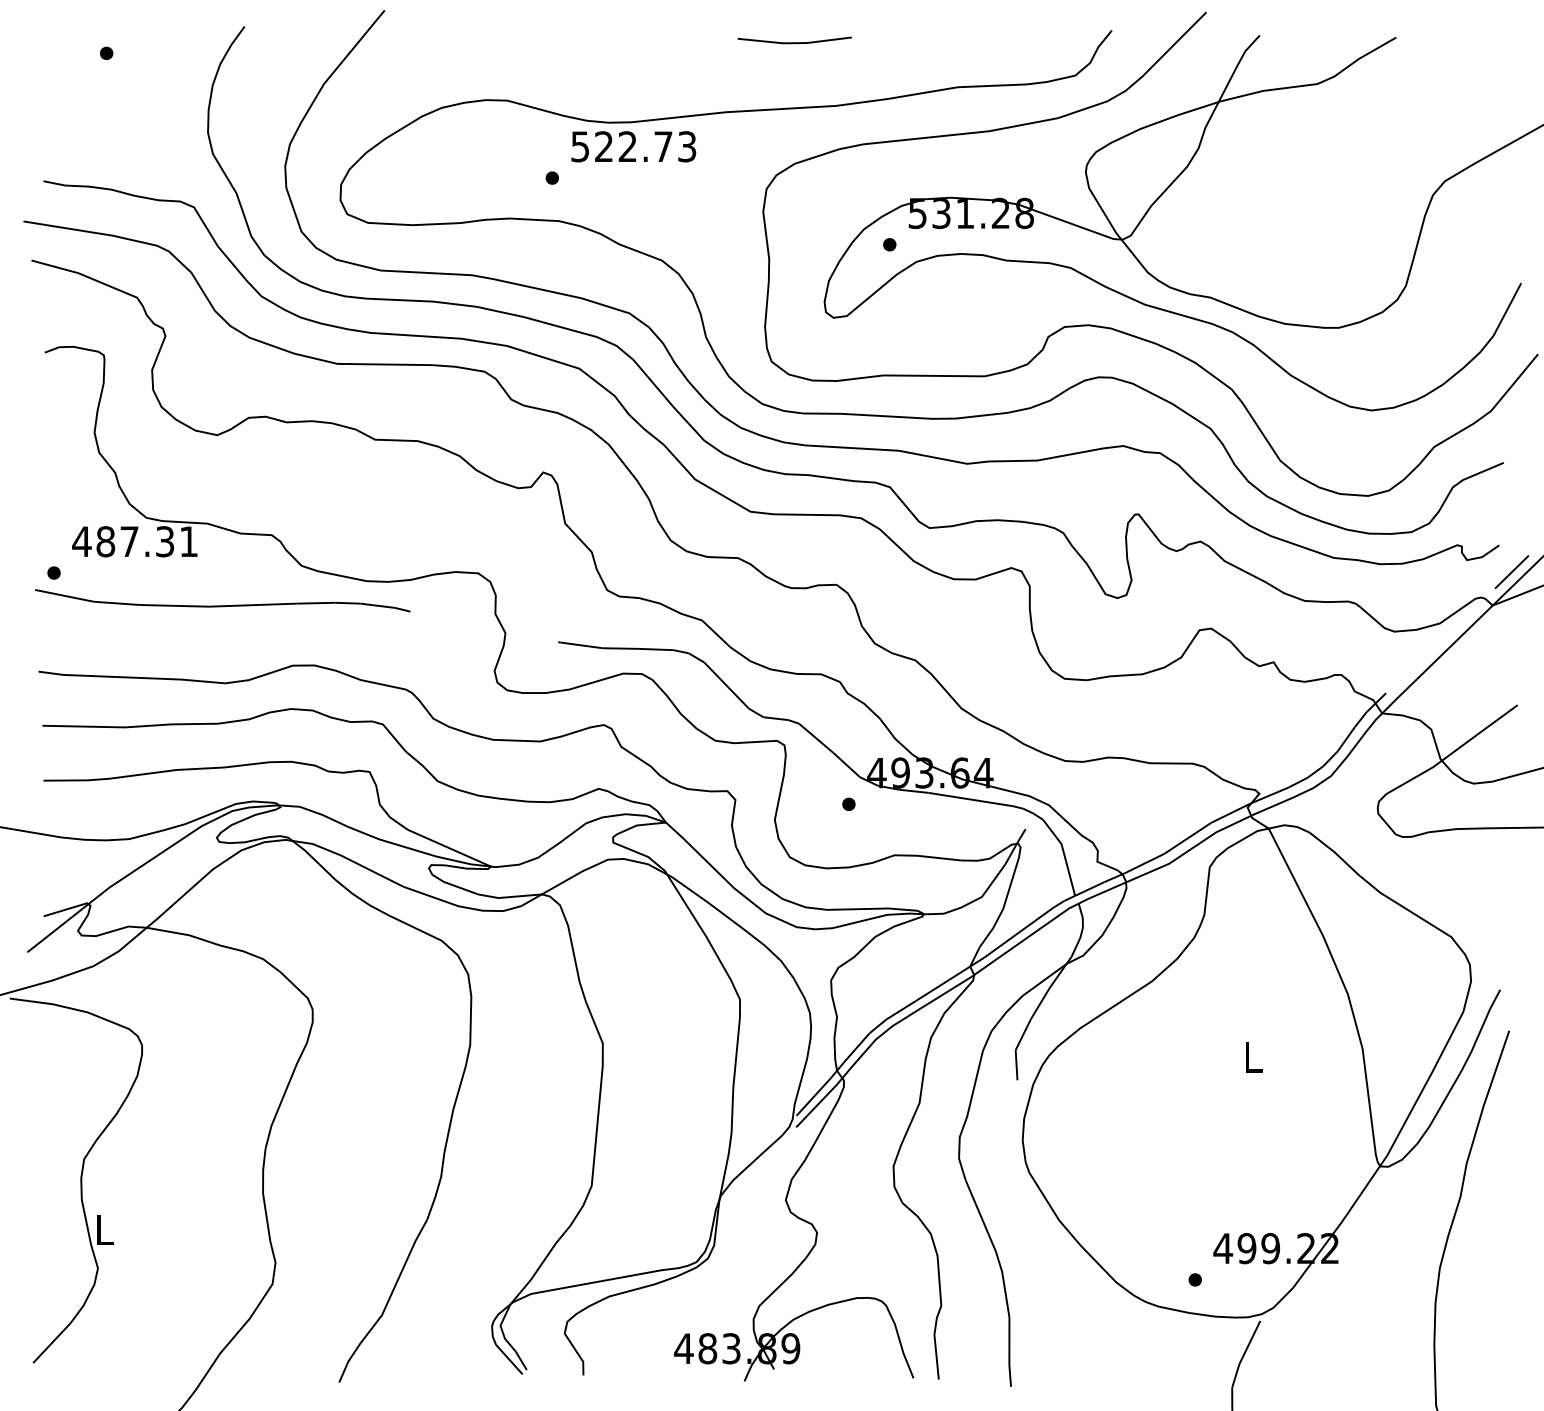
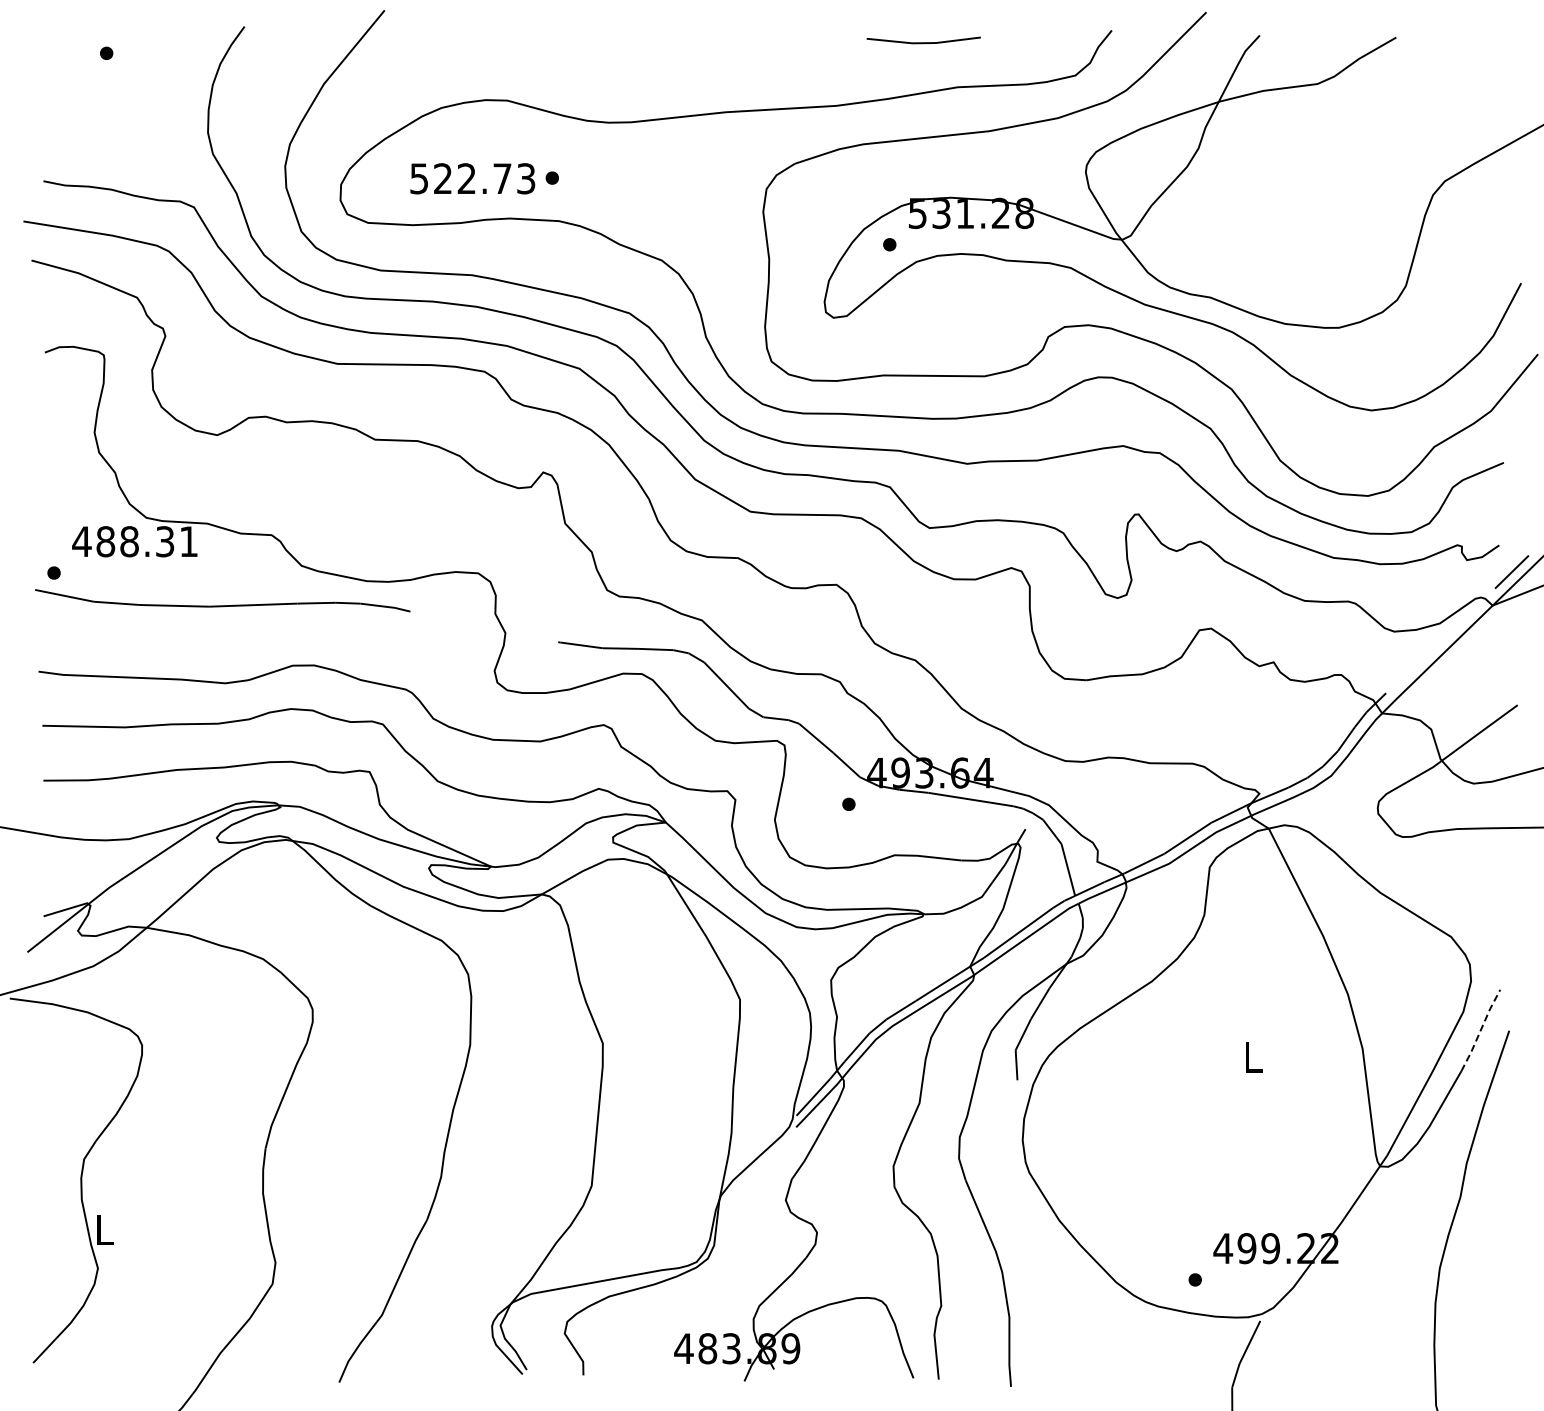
line at (794, 42) position: (794, 42) -> (923, 42)
text at (633, 146) position: (633, 146) -> (472, 178)
text at (129, 541): 487.31 -> 488.31
line at (1480, 1029): solid -> dashed
